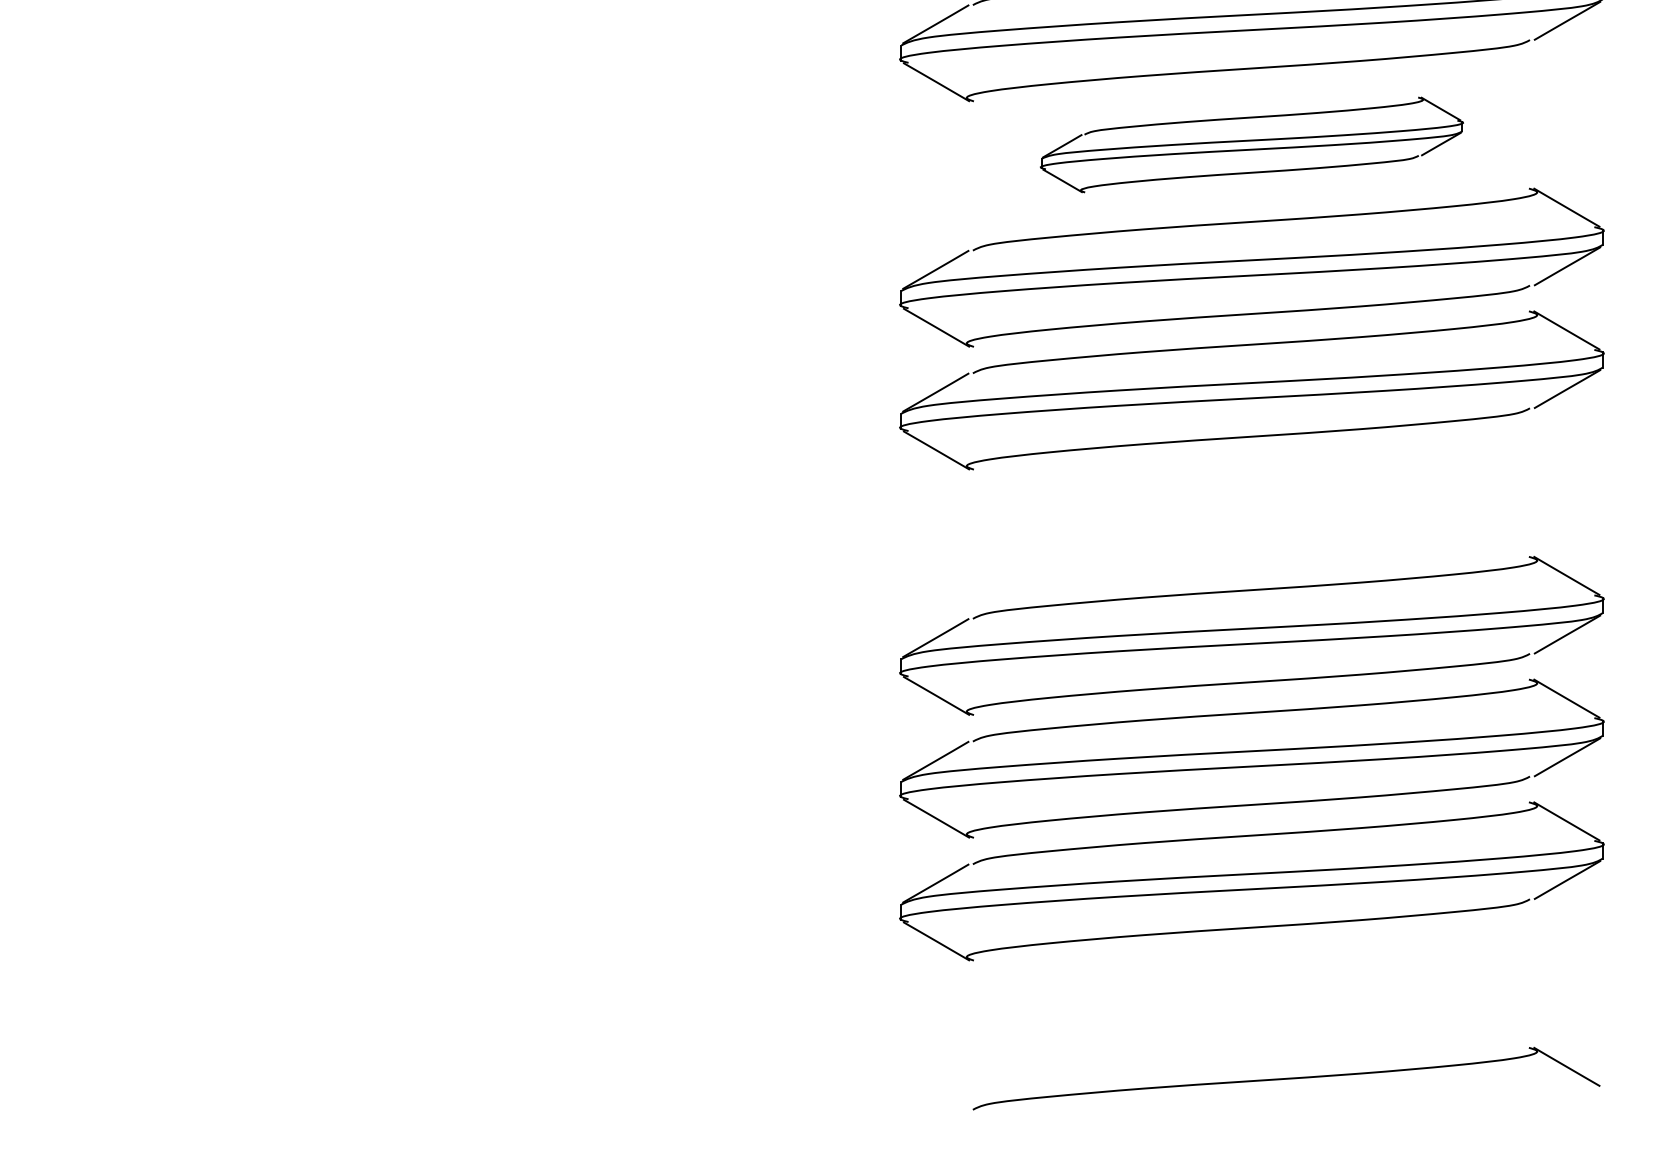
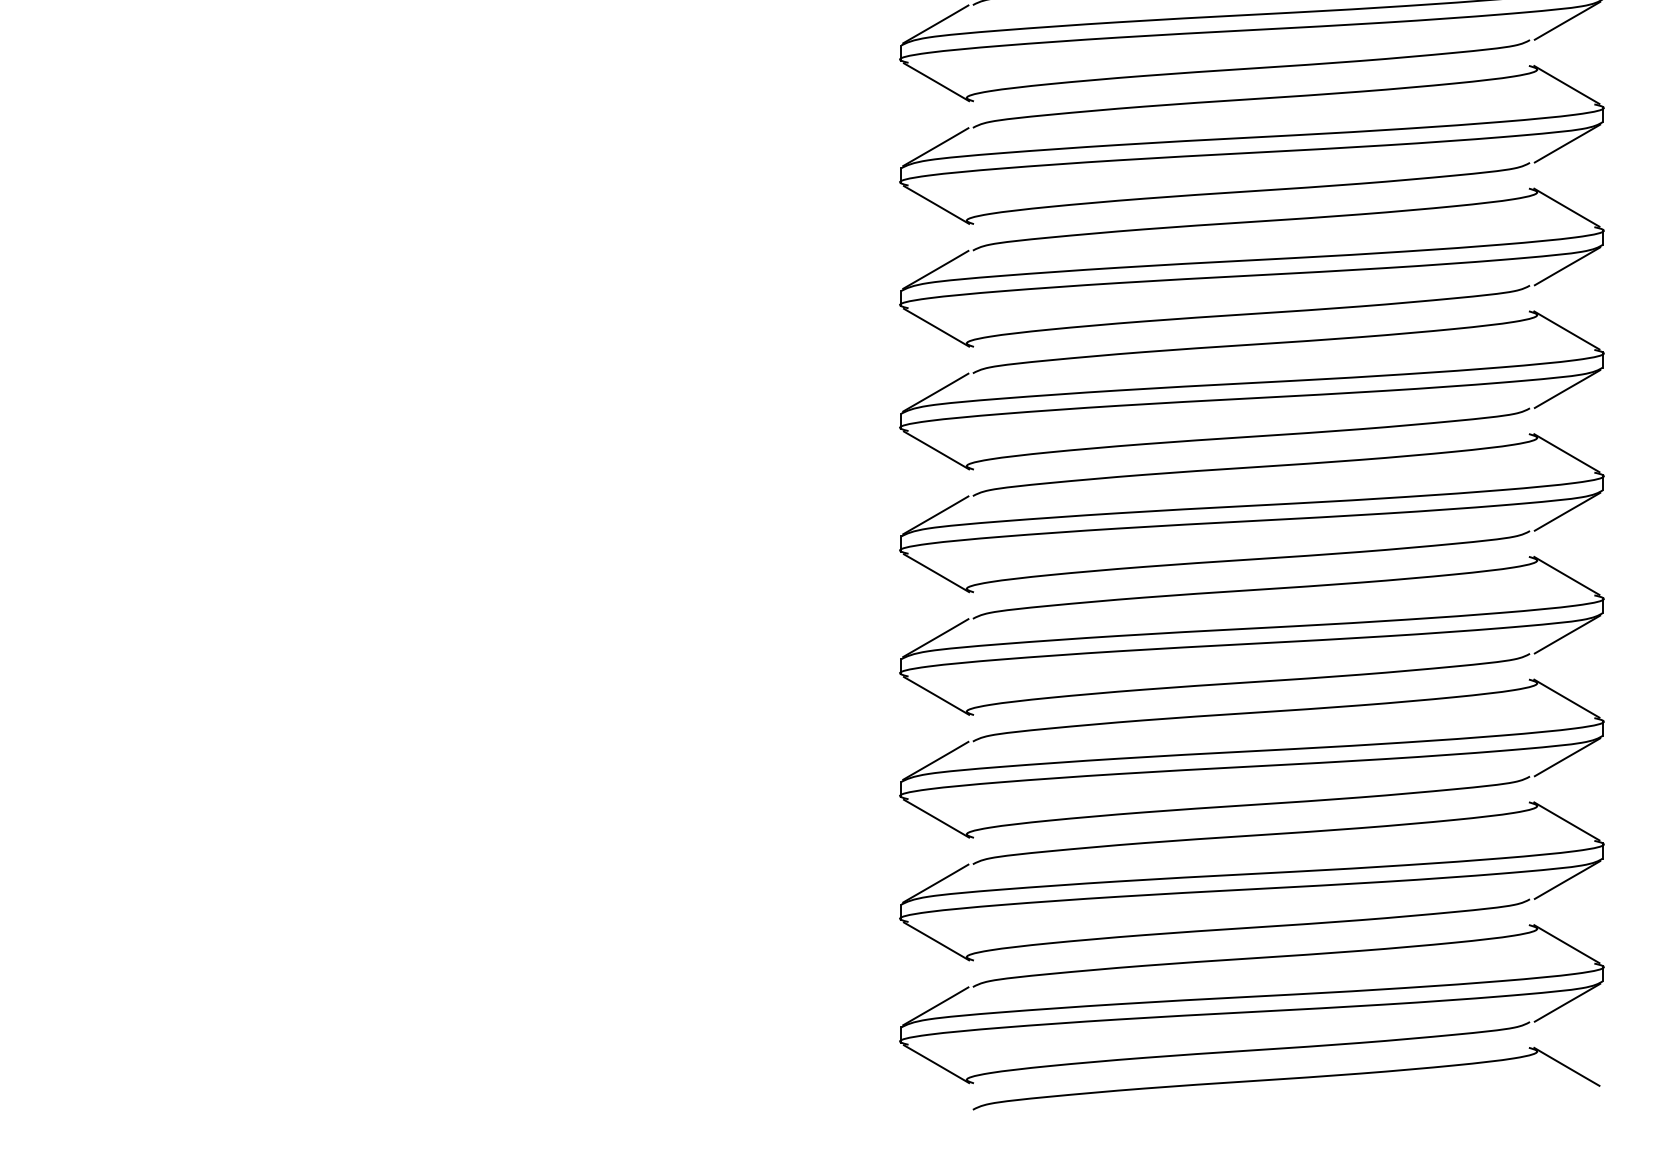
part at (1251, 144) size: 424x98 px -> 706x160 px
part at (1251, 513): none -> present
part at (1251, 1004): none -> present
